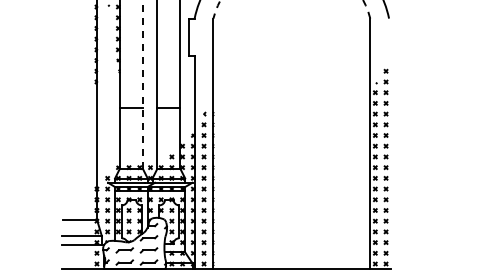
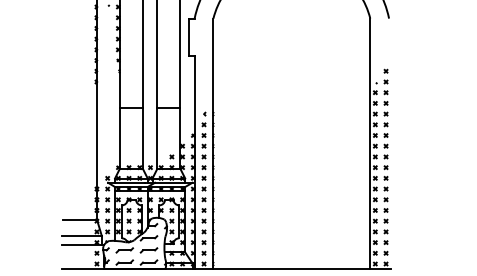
arc at (220, 0): dashed -> solid
line at (142, 84): dashed -> solid
